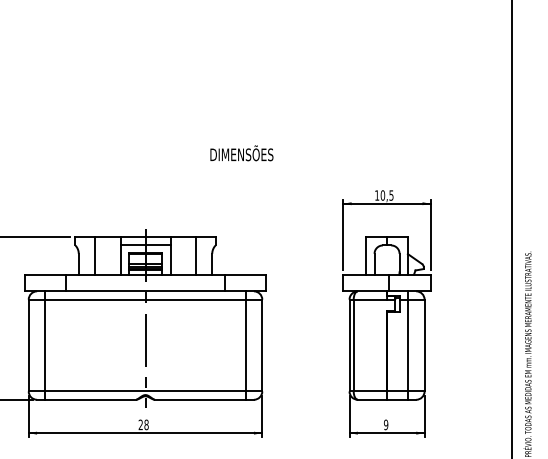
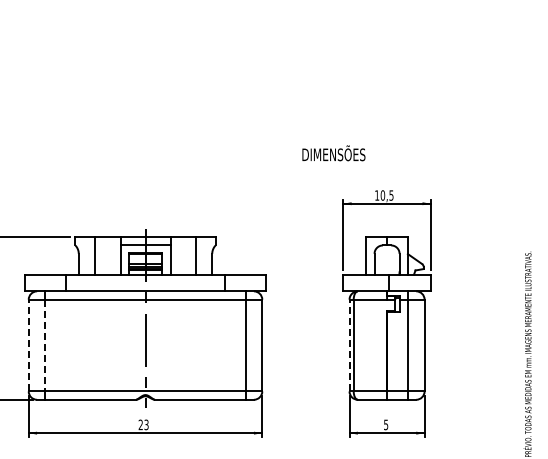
text at (241, 153) position: (241, 153) -> (333, 153)
line at (512, 228): present -> none
line at (28, 345): solid -> dashed
line at (45, 345): solid -> dashed
line at (349, 345): solid -> dashed
text at (146, 424): 28 -> 23
text at (386, 424): 9 -> 5
